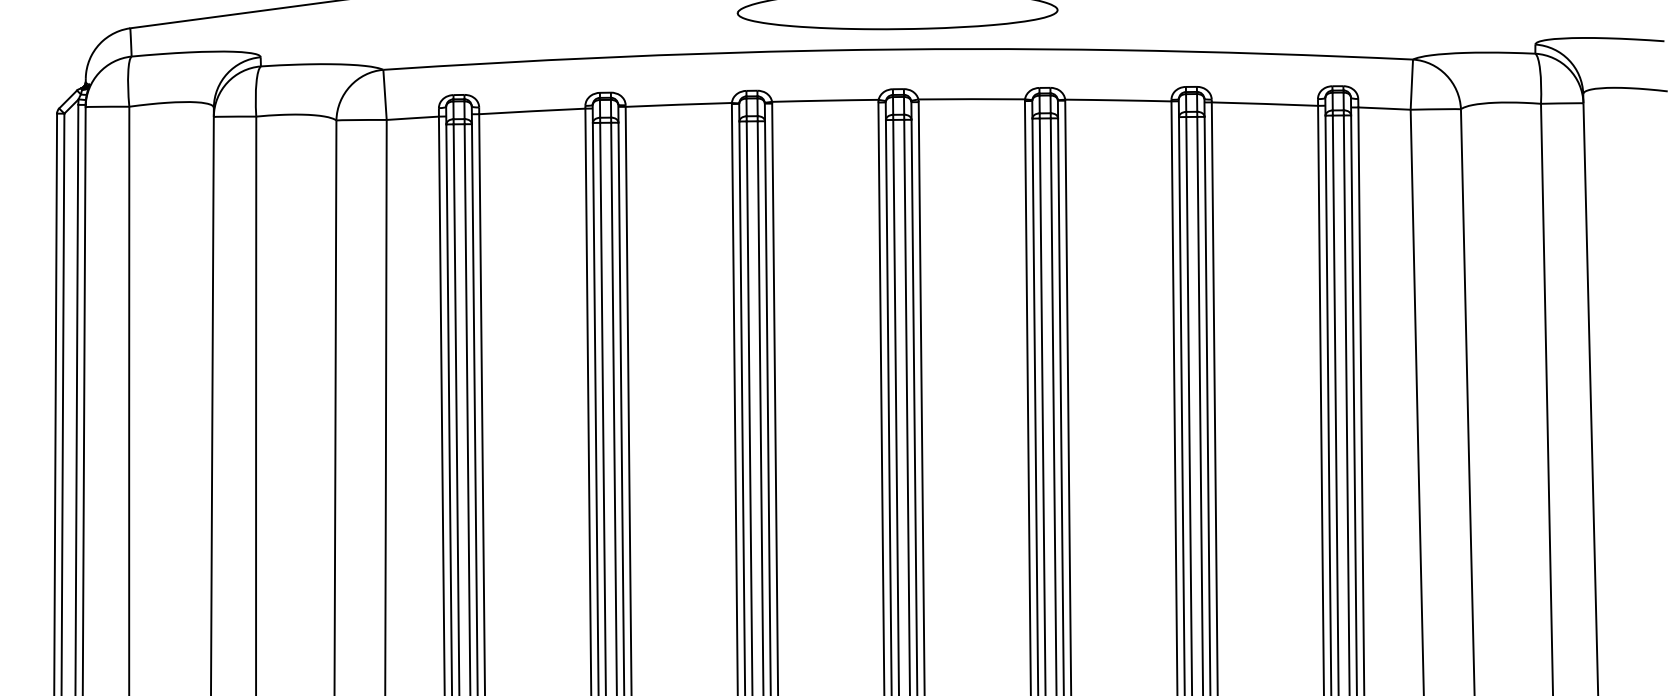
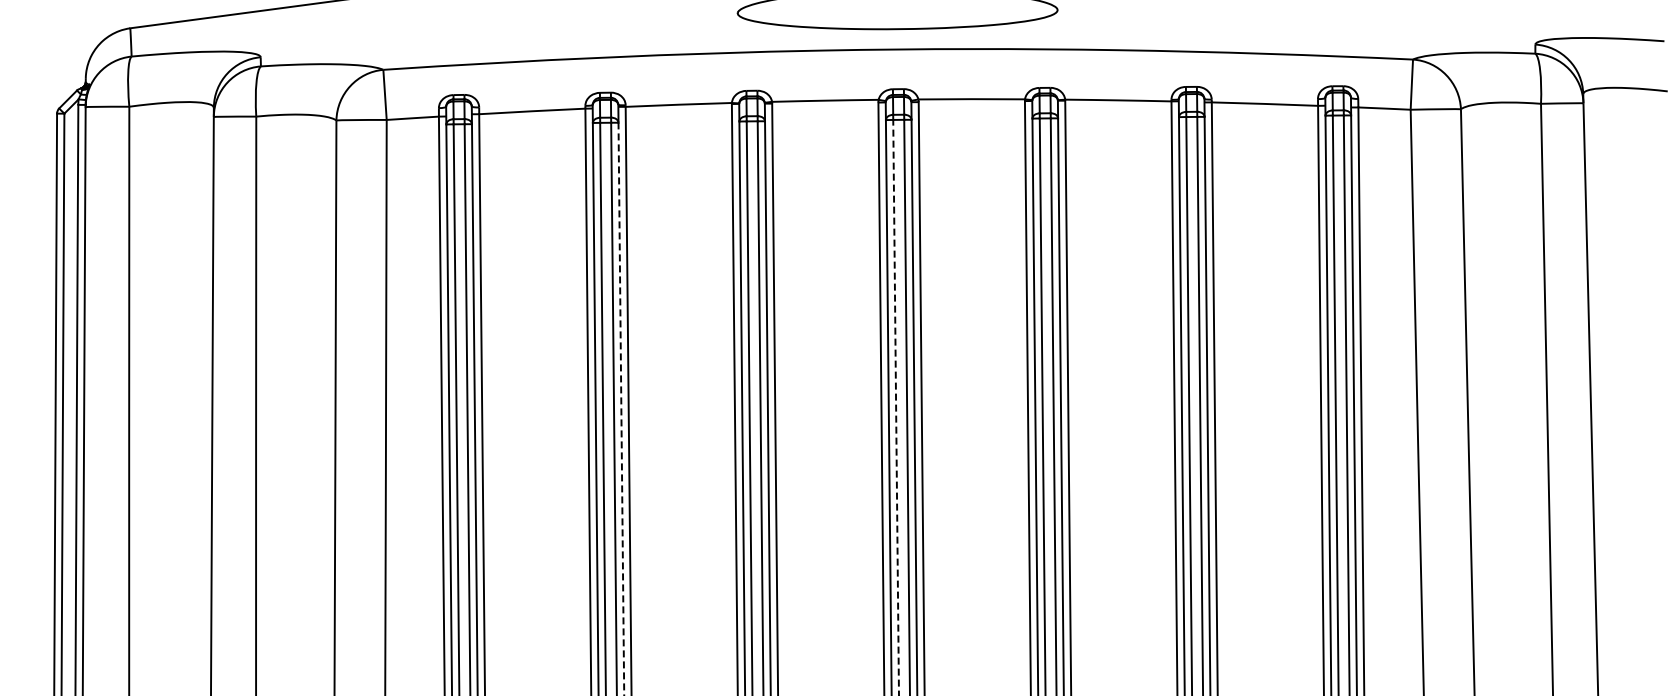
line at (896, 407): solid -> dashed
line at (621, 408): solid -> dashed
